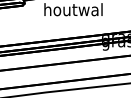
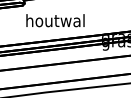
text at (73, 9) position: (73, 9) -> (55, 20)
